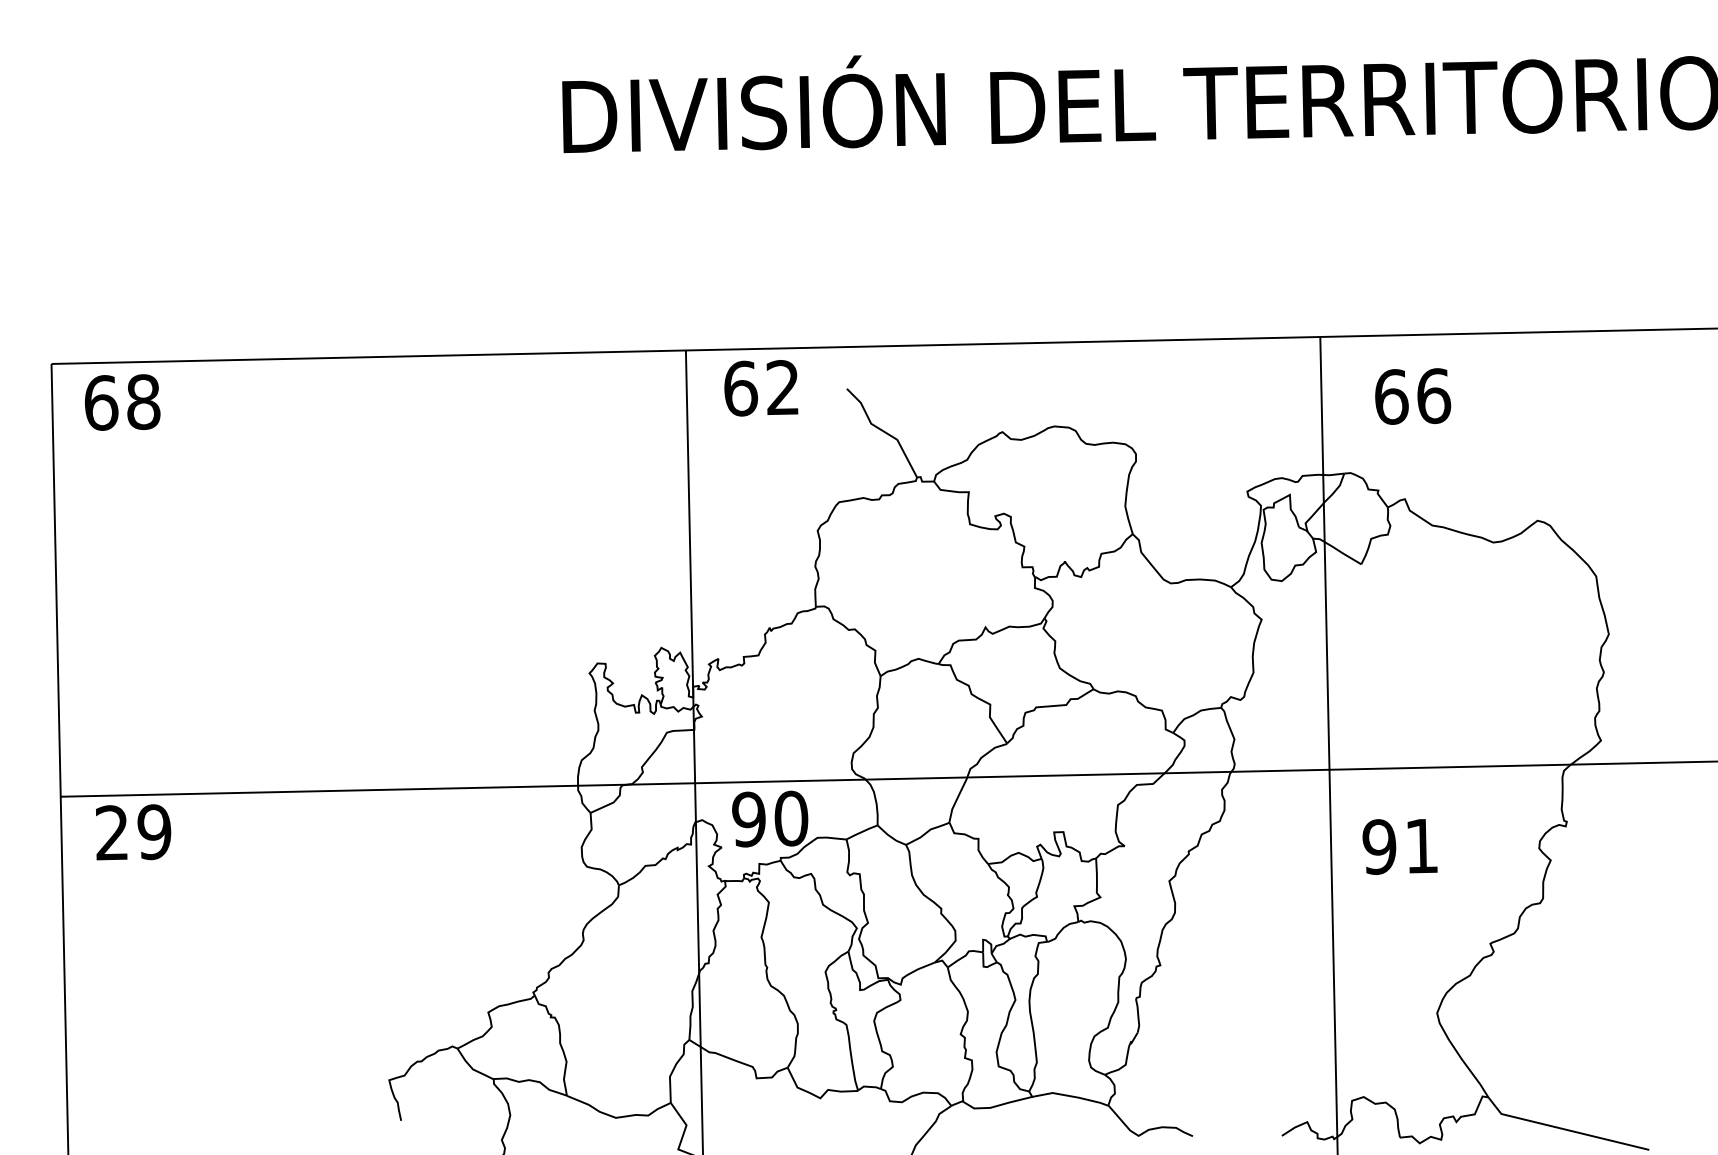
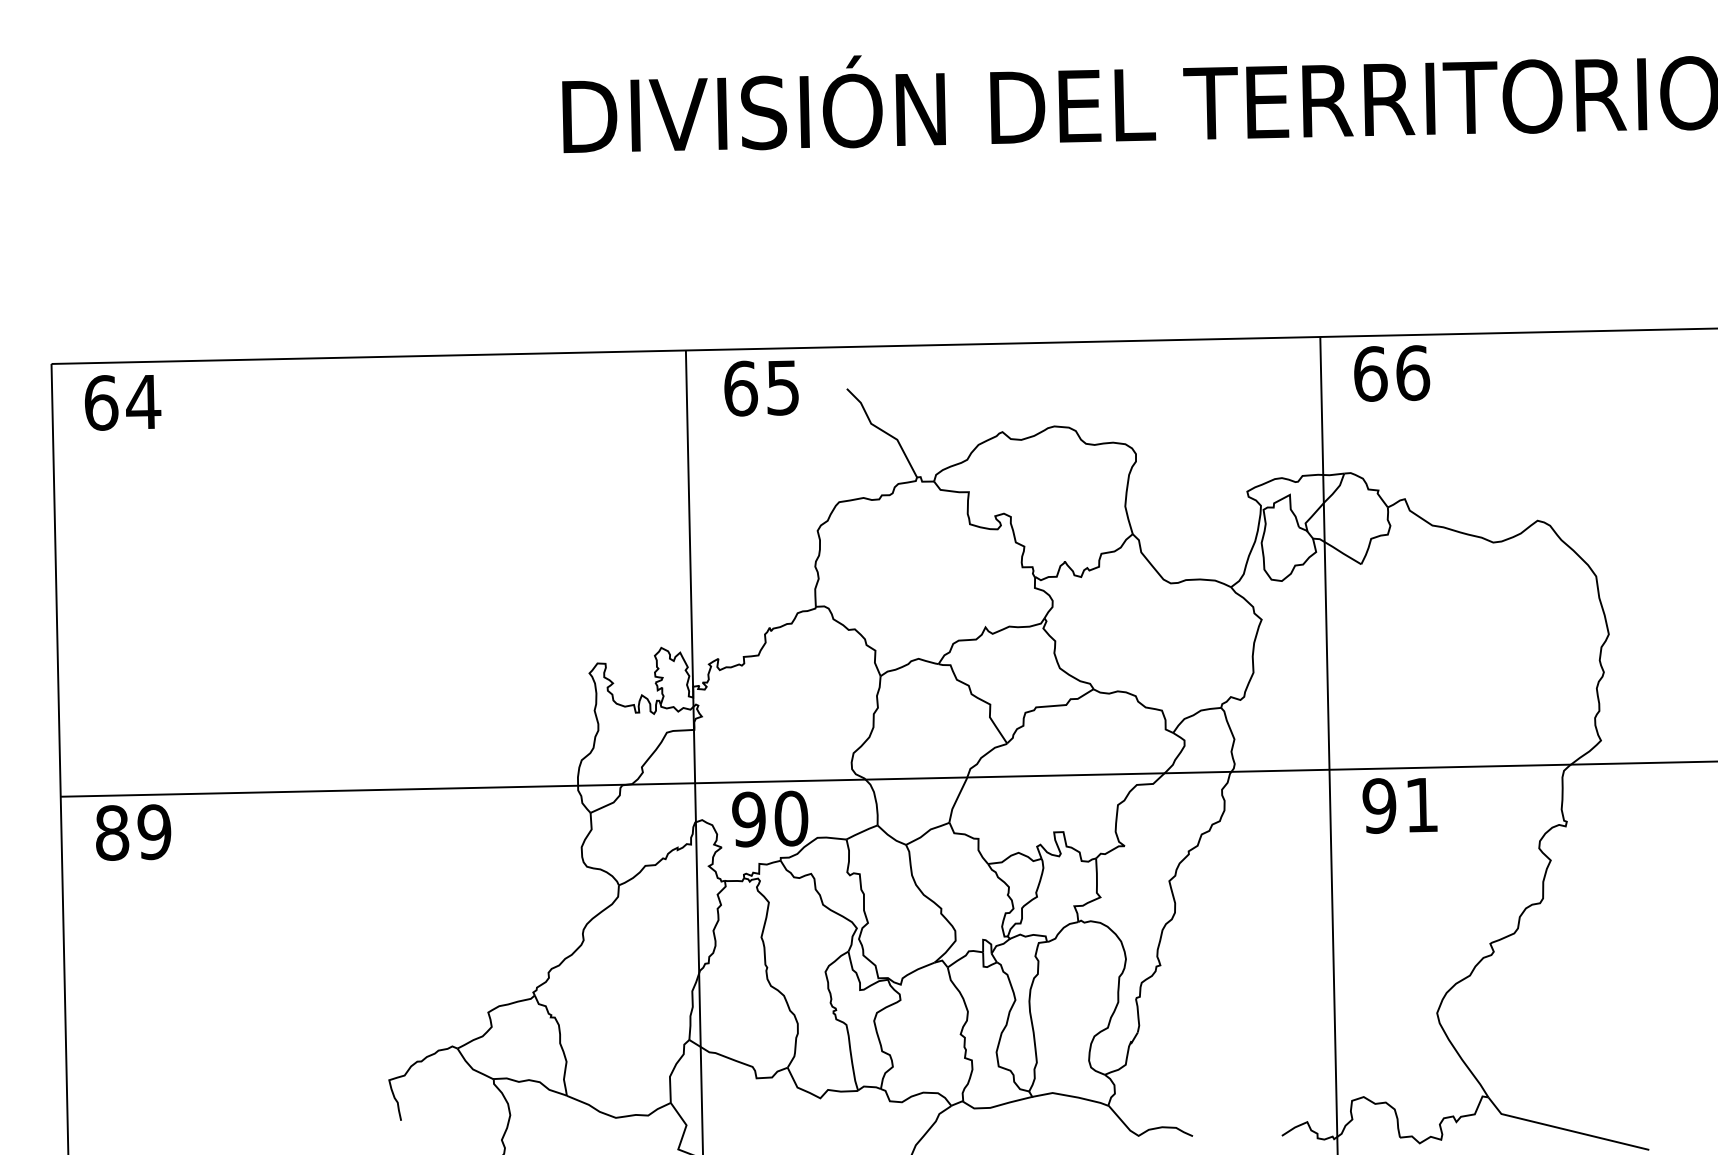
text at (782, 387): 62 -> 65
text at (1413, 396) position: (1413, 396) -> (1392, 373)
text at (143, 402): 68 -> 64
text at (112, 832): 29 -> 89
text at (1399, 846) position: (1399, 846) -> (1399, 805)
